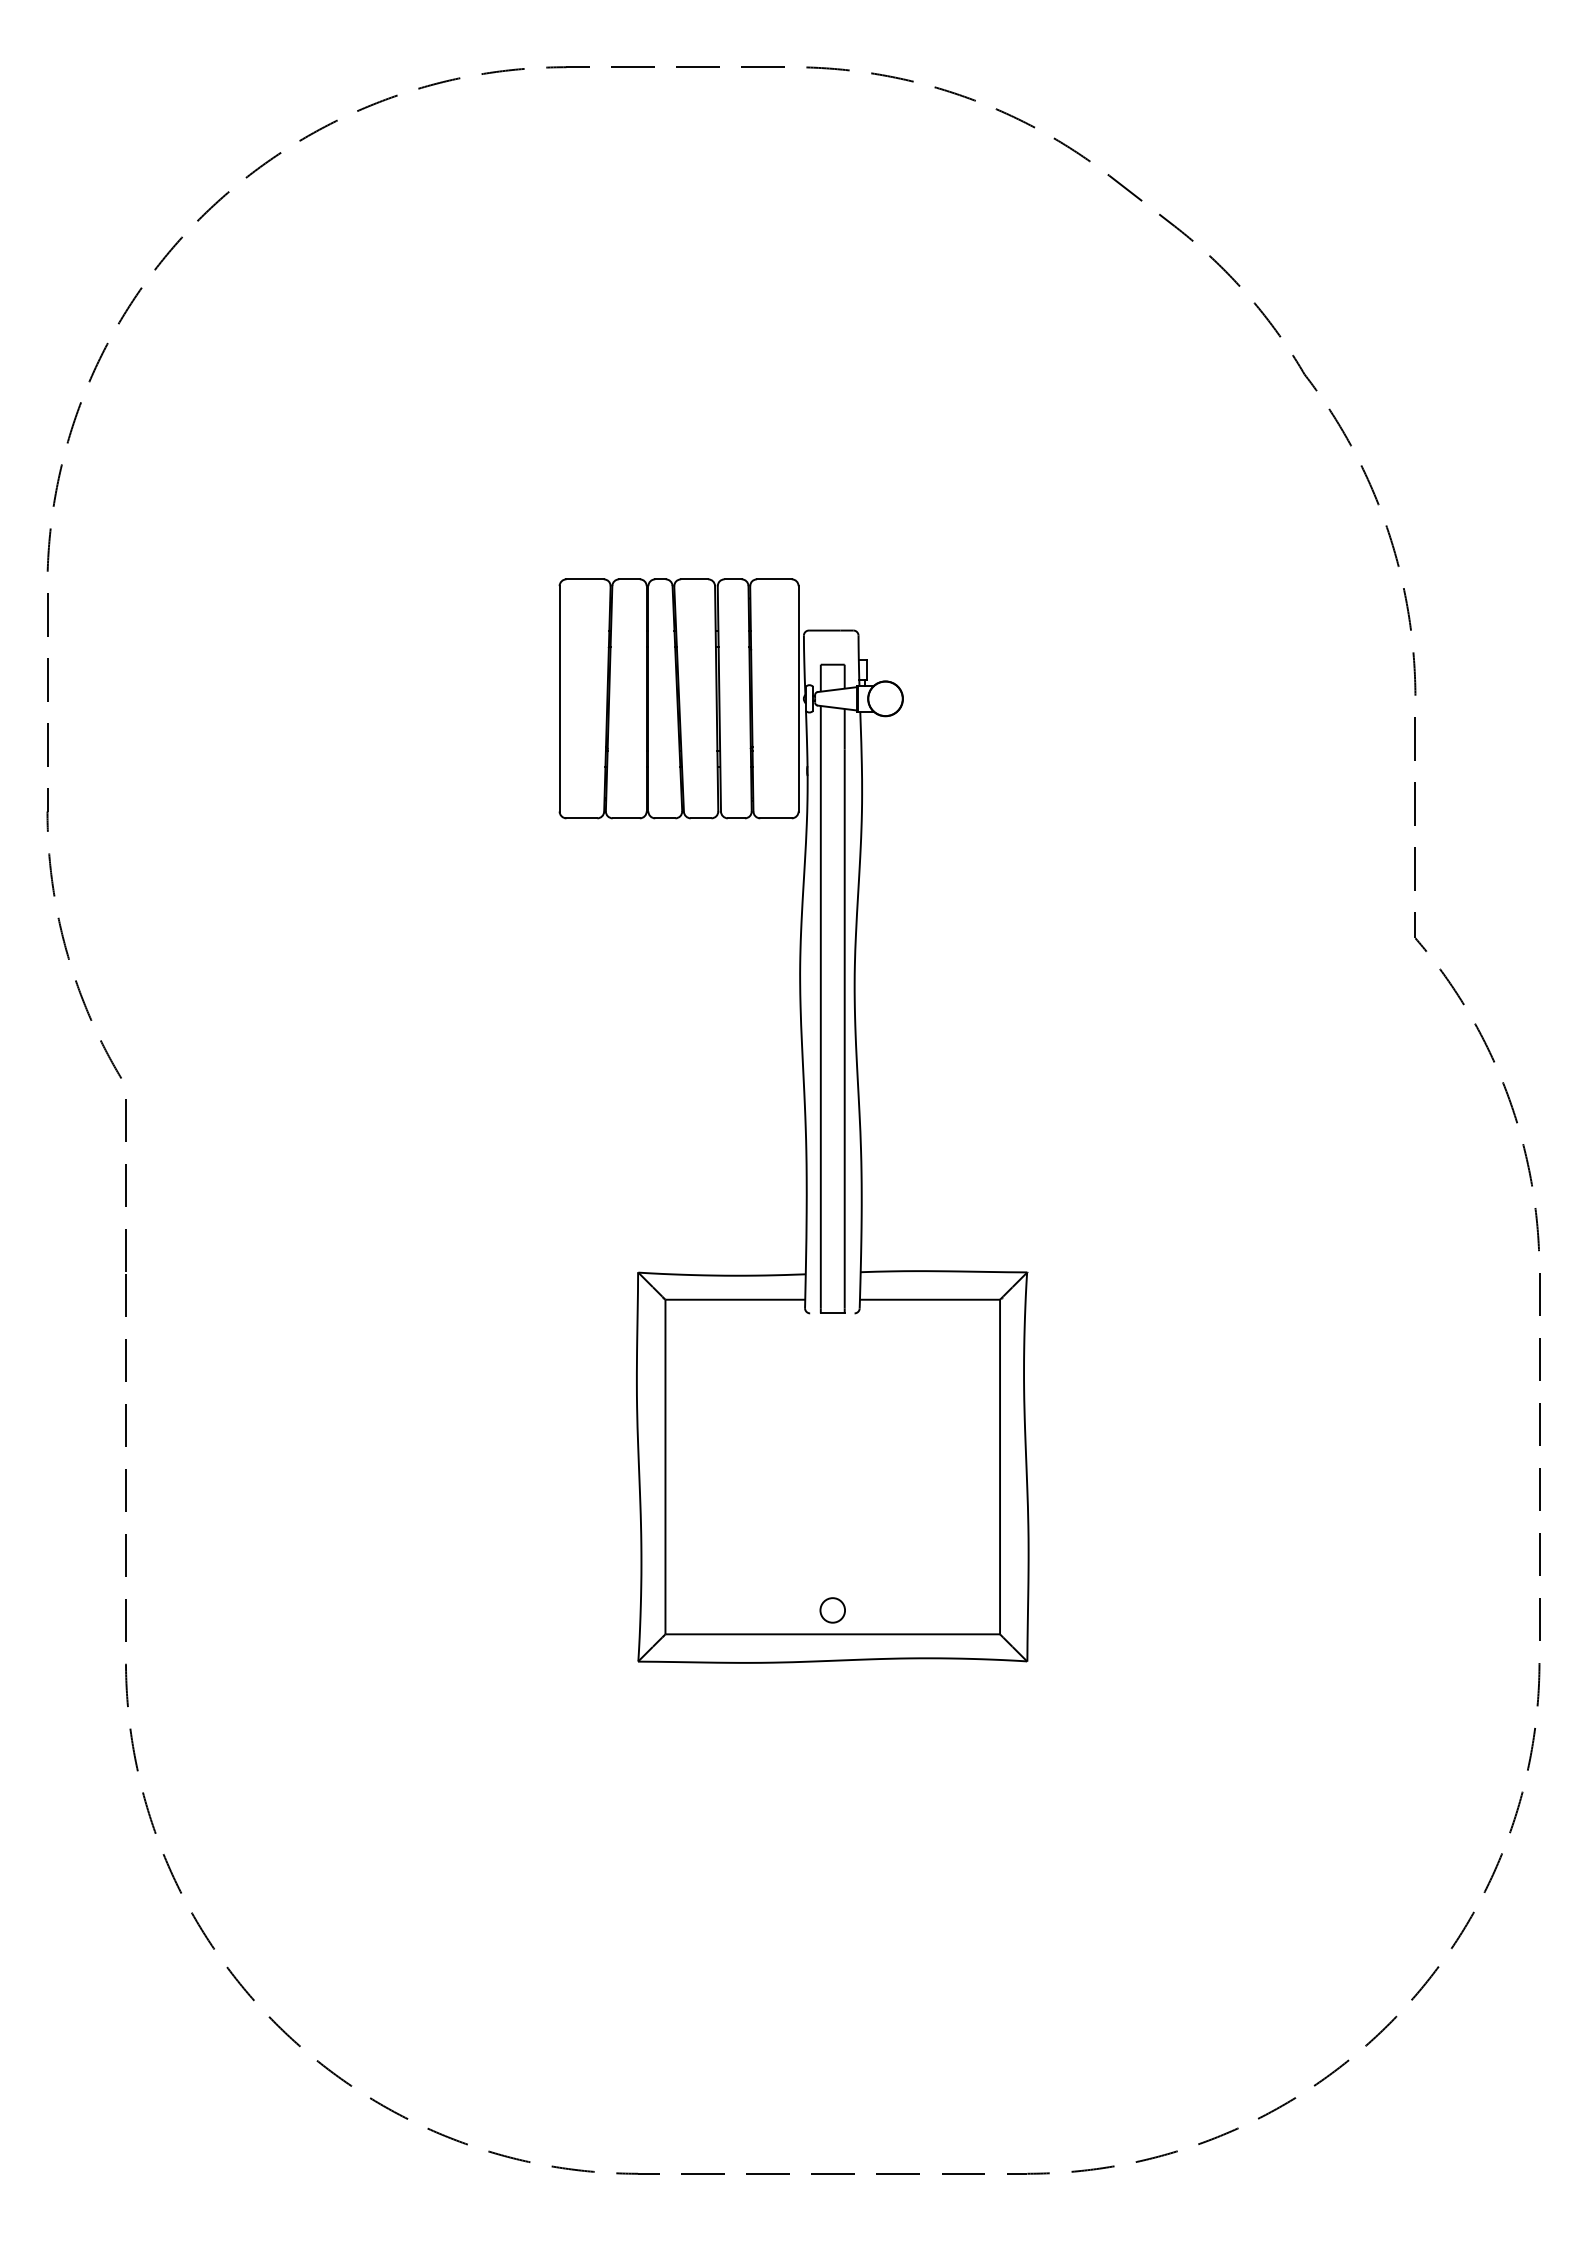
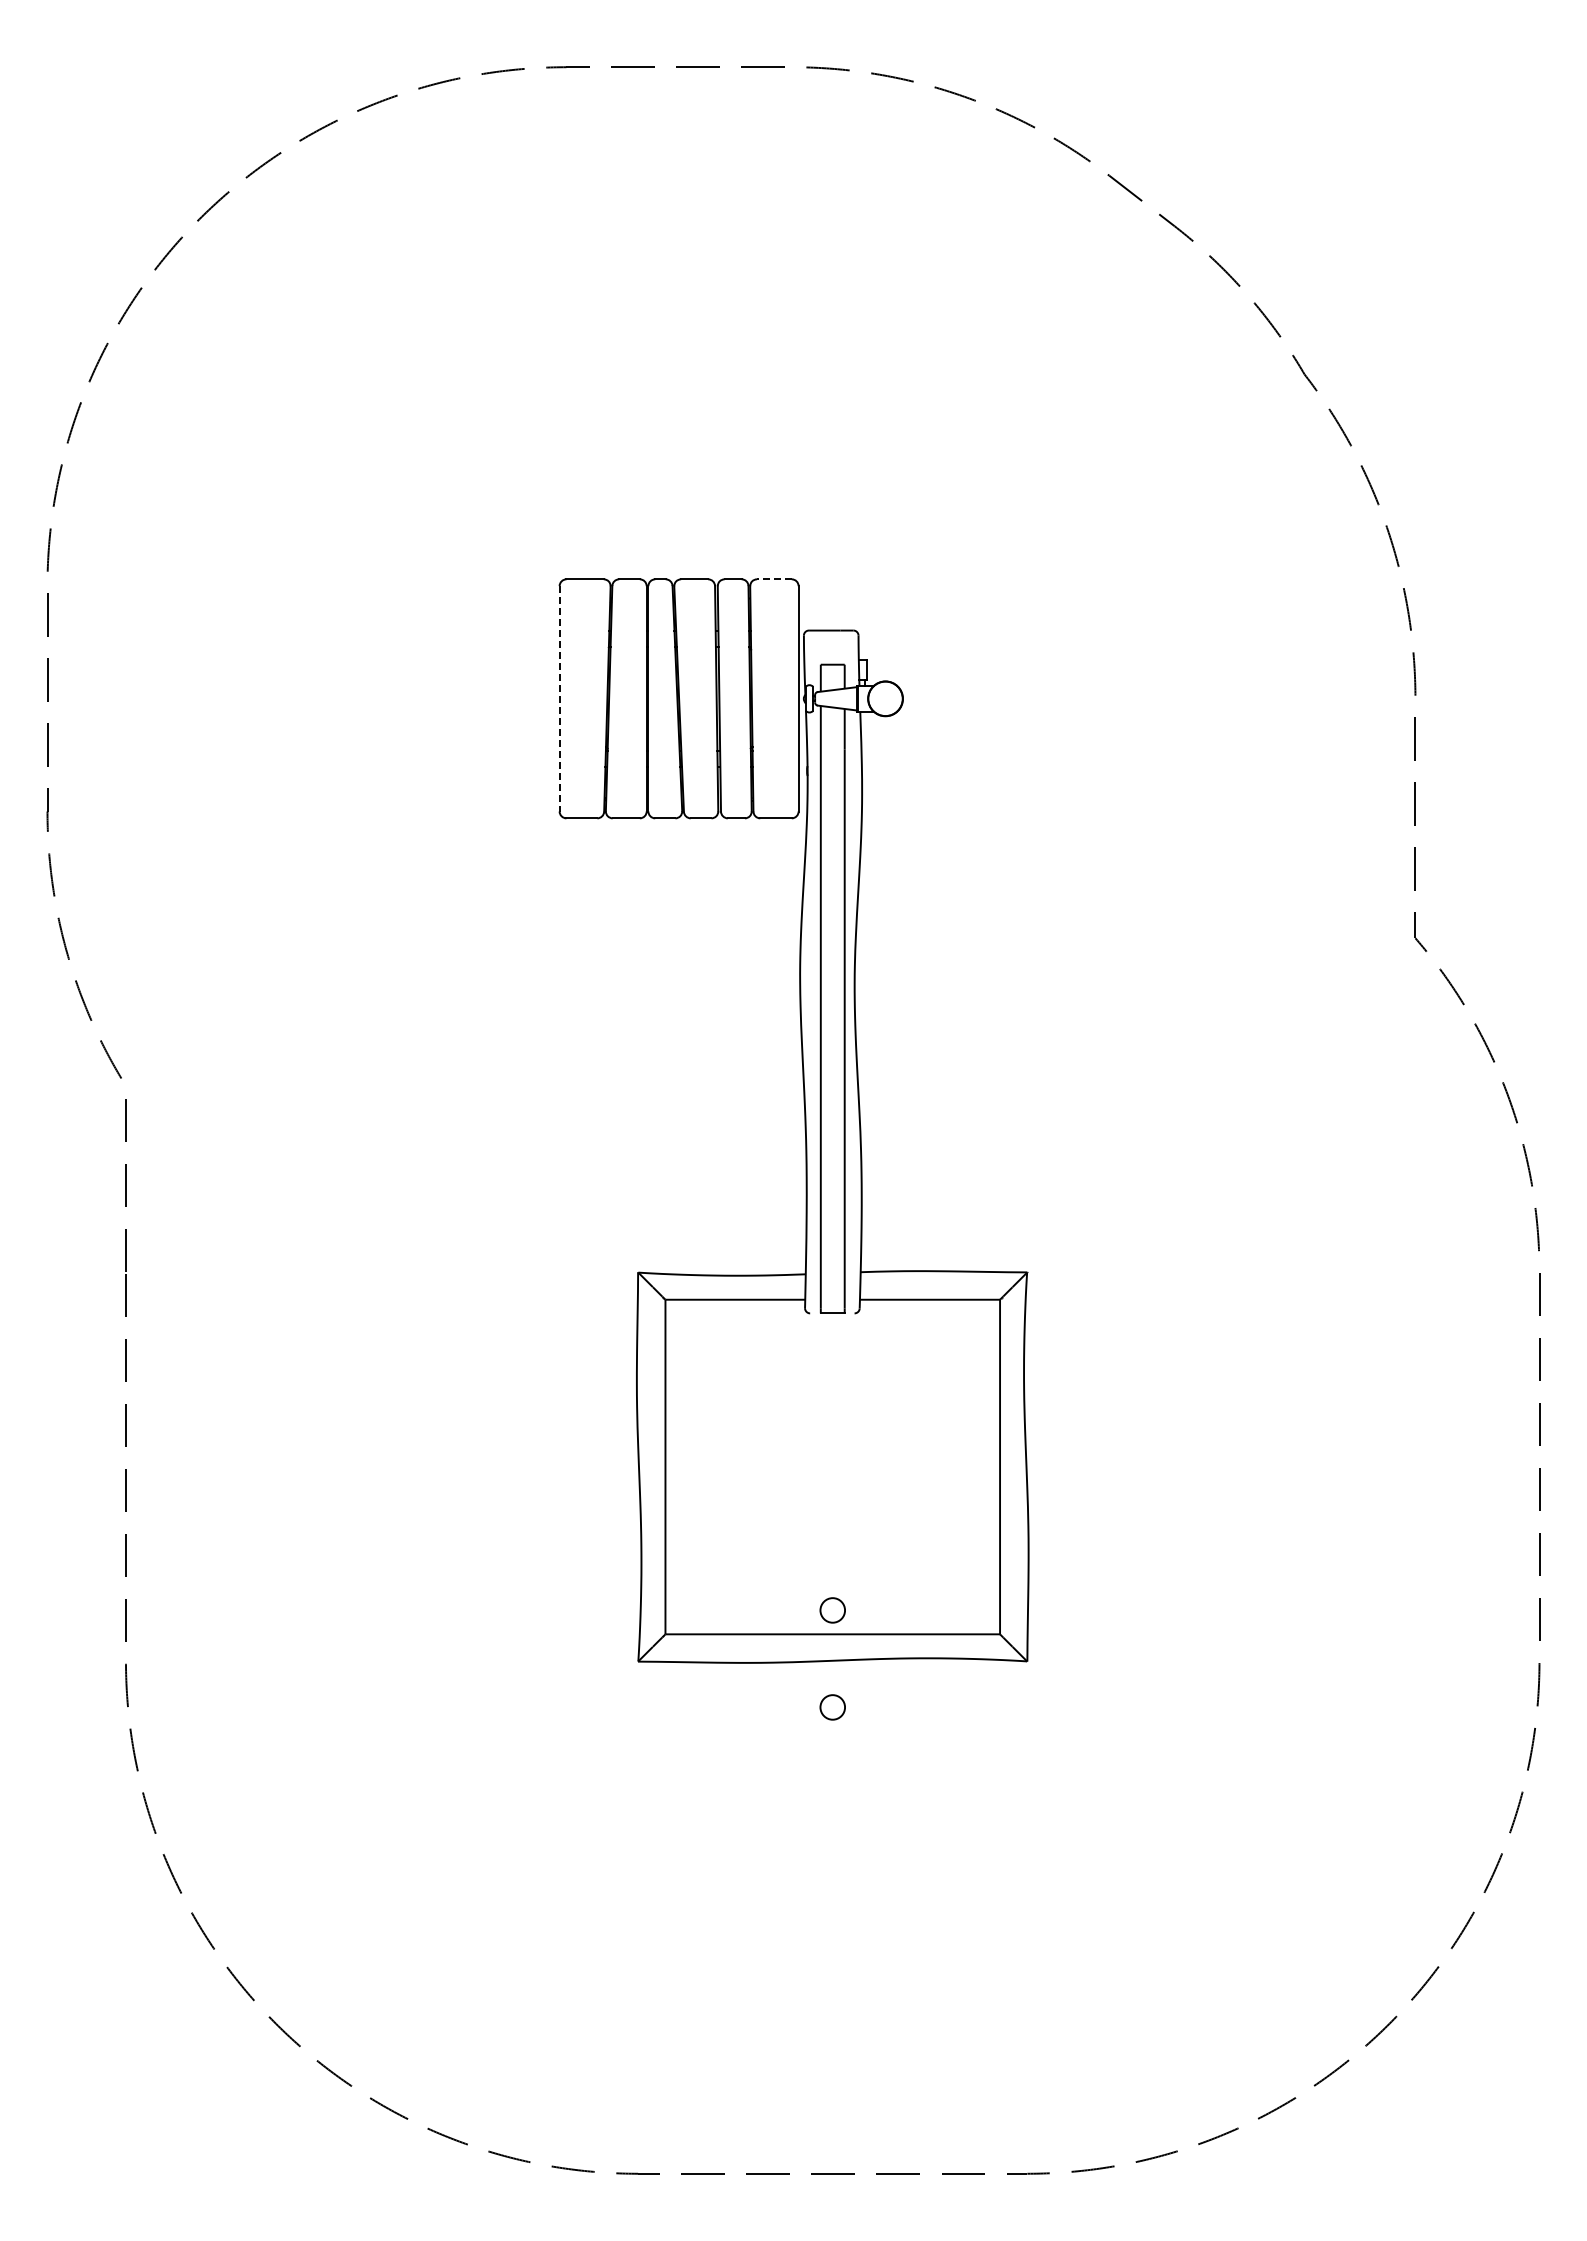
line at (773, 579): solid -> dashed
line at (559, 698): solid -> dashed
circle at (832, 1707): none -> present
